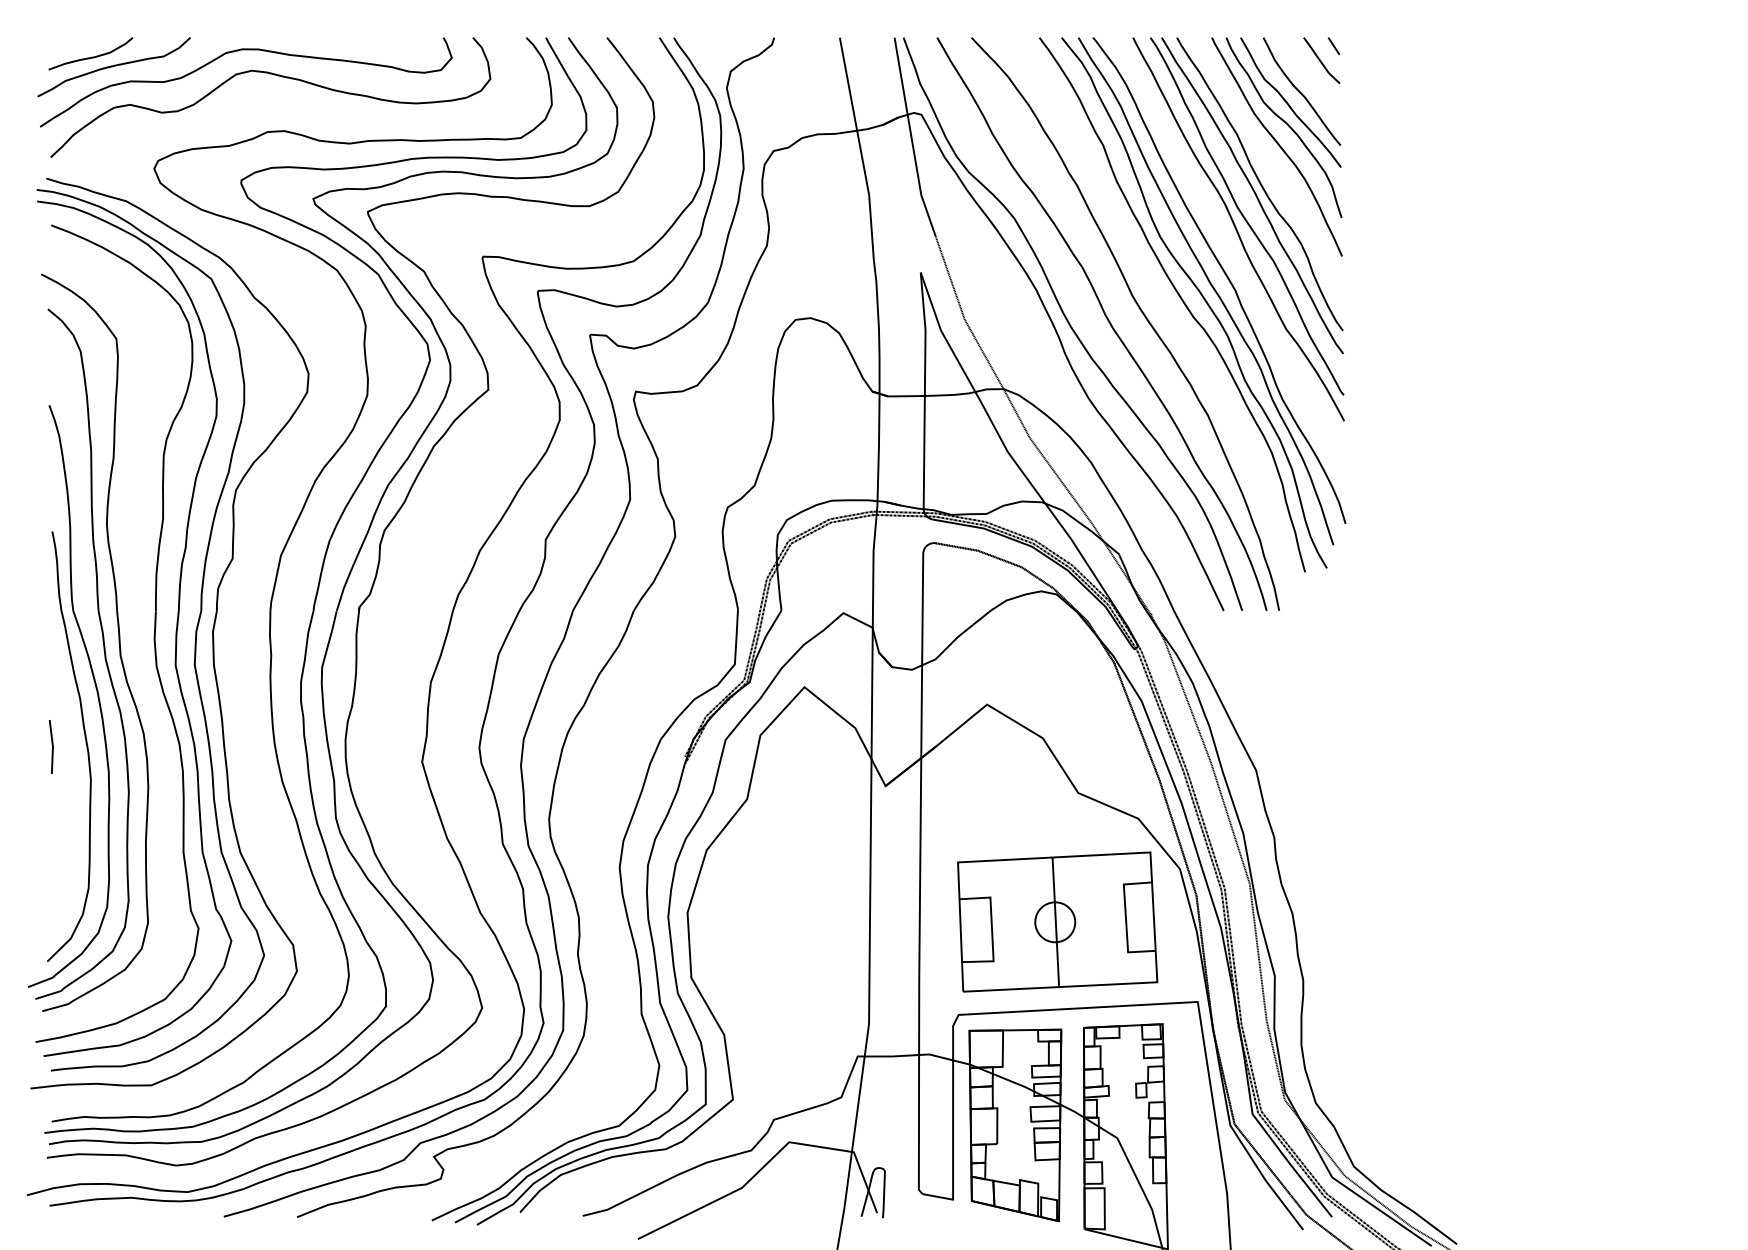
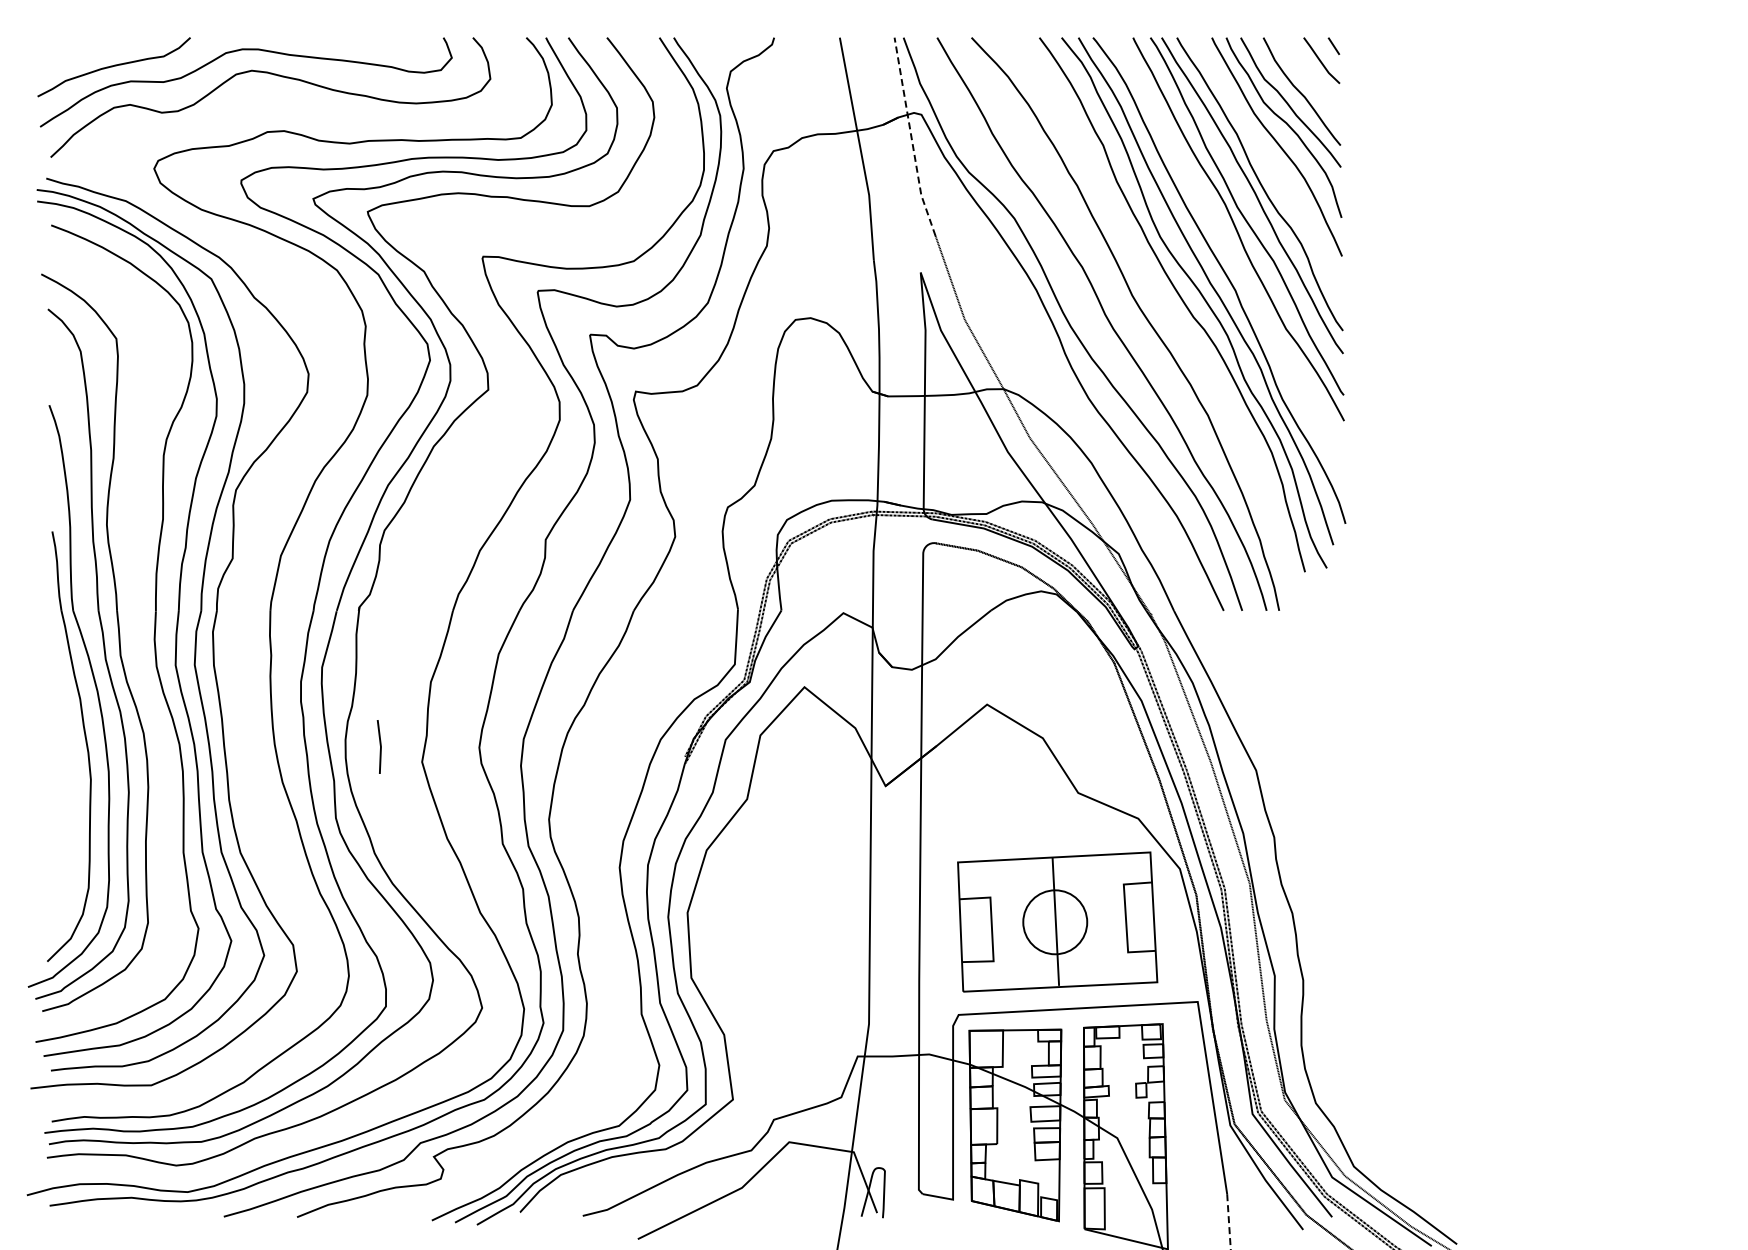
curve at (91, 56): present -> none
line at (911, 138): solid -> dashed
line at (51, 745) position: (51, 745) -> (379, 745)
circle at (1055, 922) diameter: 40 px -> 64 px
line at (1228, 1221): solid -> dashed
